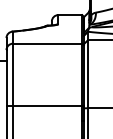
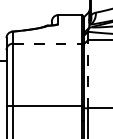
line at (47, 43): solid -> dashed
line at (88, 73): solid -> dashed
